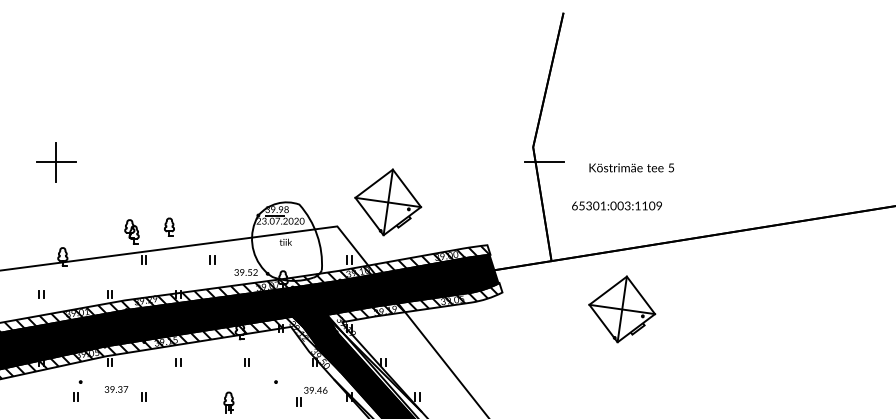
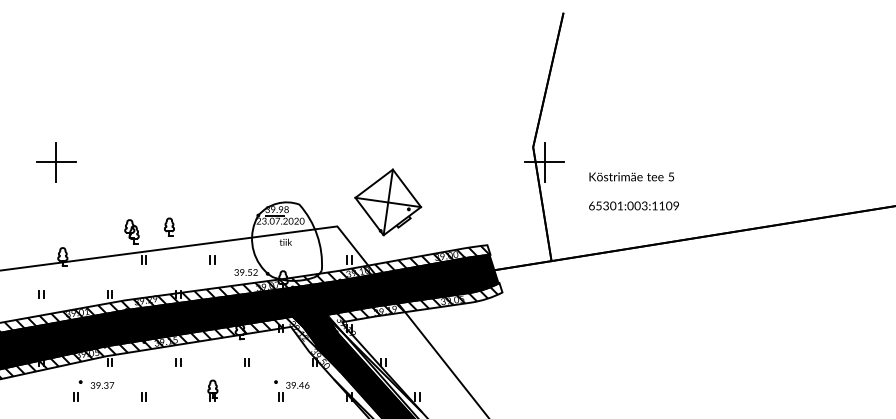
line at (544, 161): none -> present
text at (631, 167) position: (631, 167) -> (631, 176)
text at (616, 205) position: (616, 205) -> (633, 205)
part at (622, 309): present -> none
text at (116, 389) position: (116, 389) -> (102, 385)
part at (311, 396) position: (311, 396) -> (293, 391)
part at (228, 402) position: (228, 402) -> (212, 390)
